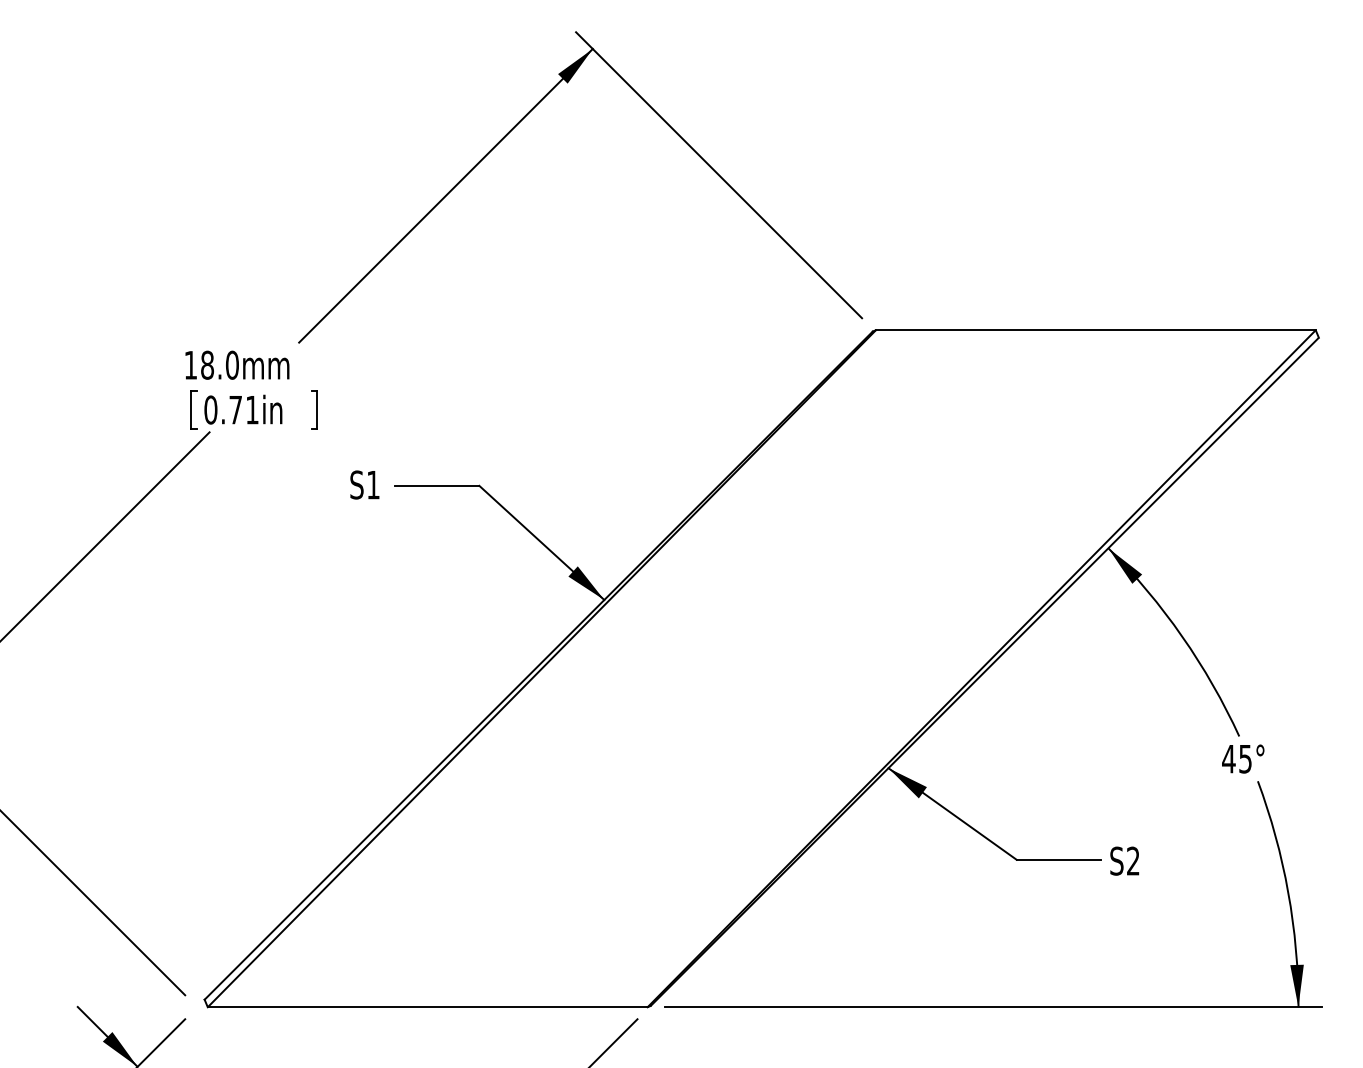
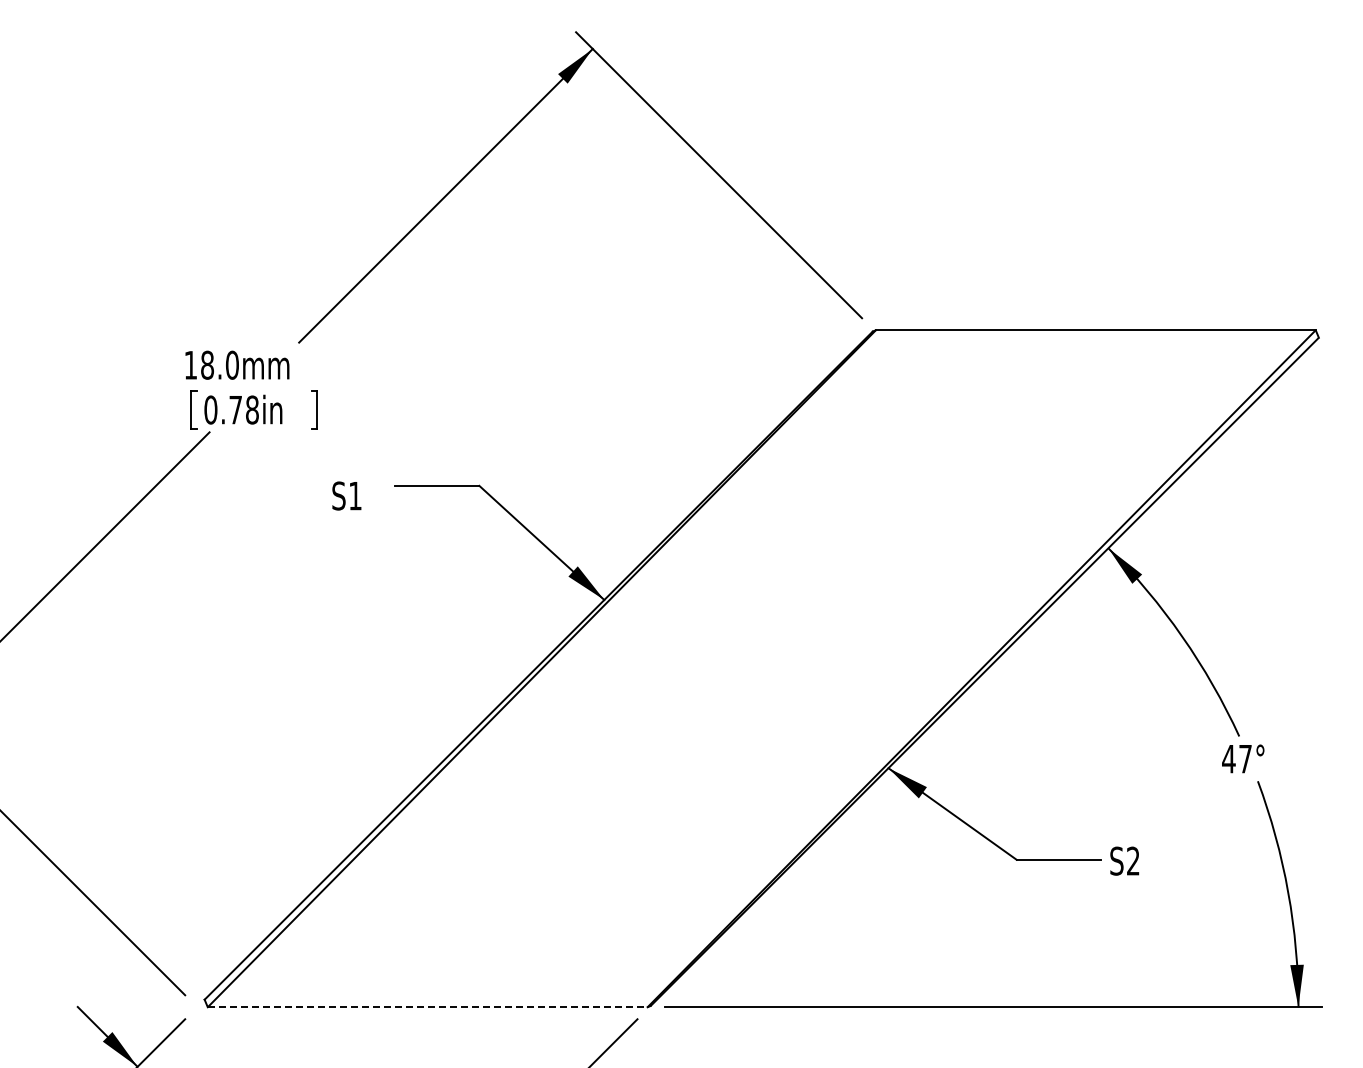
text at (252, 409): 0.71in -> 0.78in
text at (364, 484) position: (364, 484) -> (346, 495)
text at (1245, 759): 45° -> 47°
line at (427, 1007): solid -> dashed
